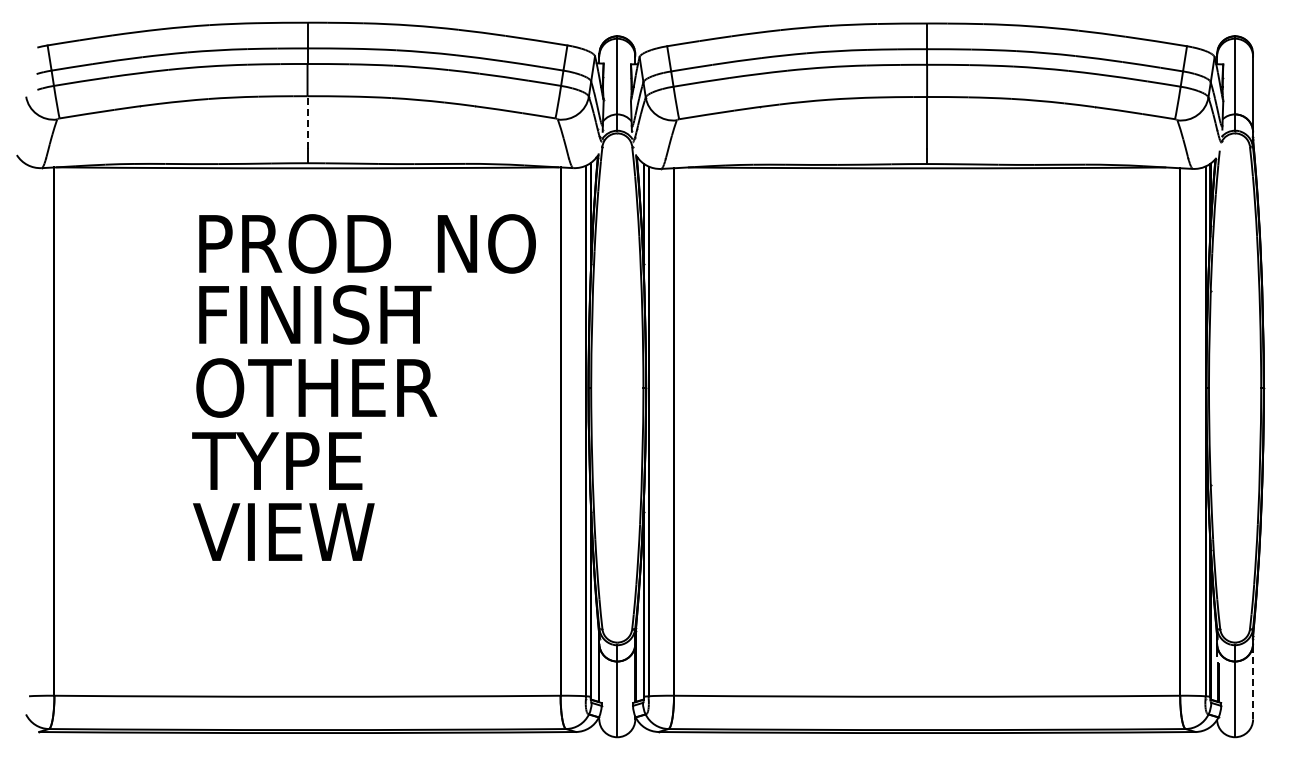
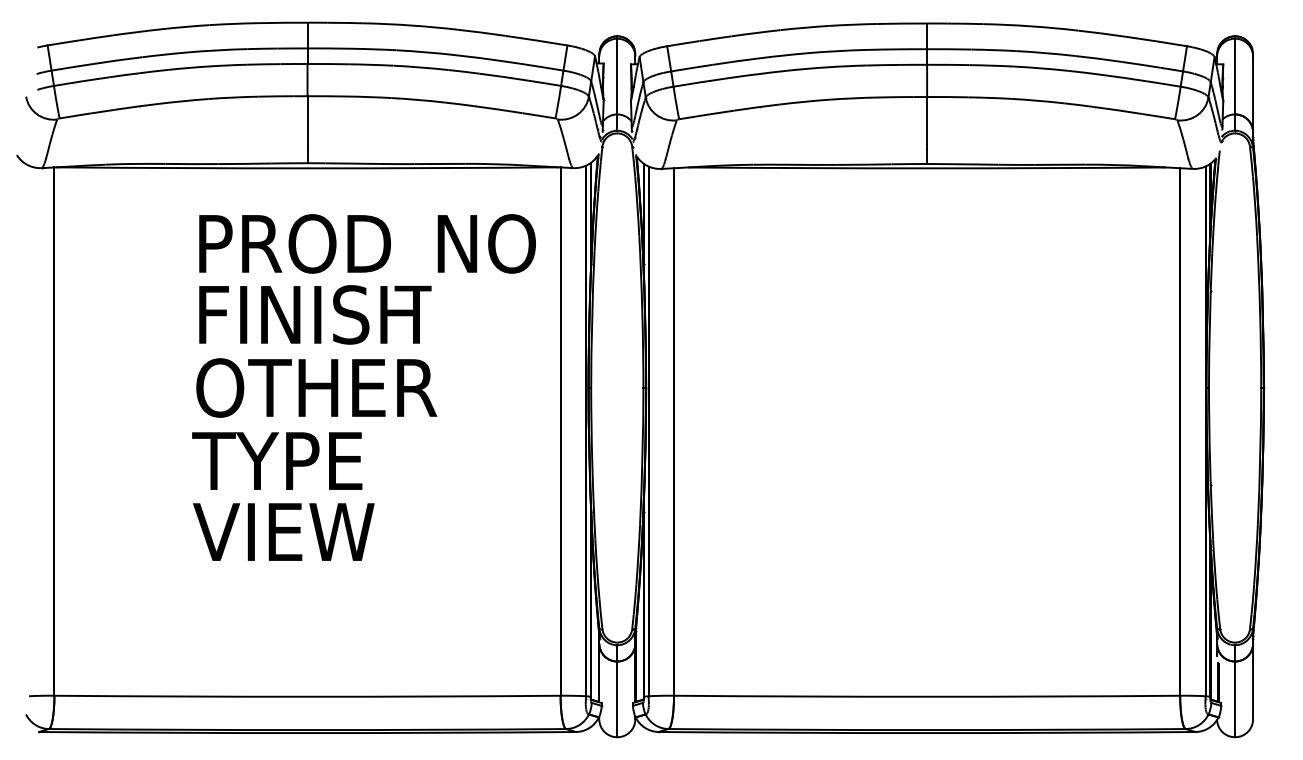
line at (307, 121): dashed -> solid
line at (1253, 681): dashed -> solid
